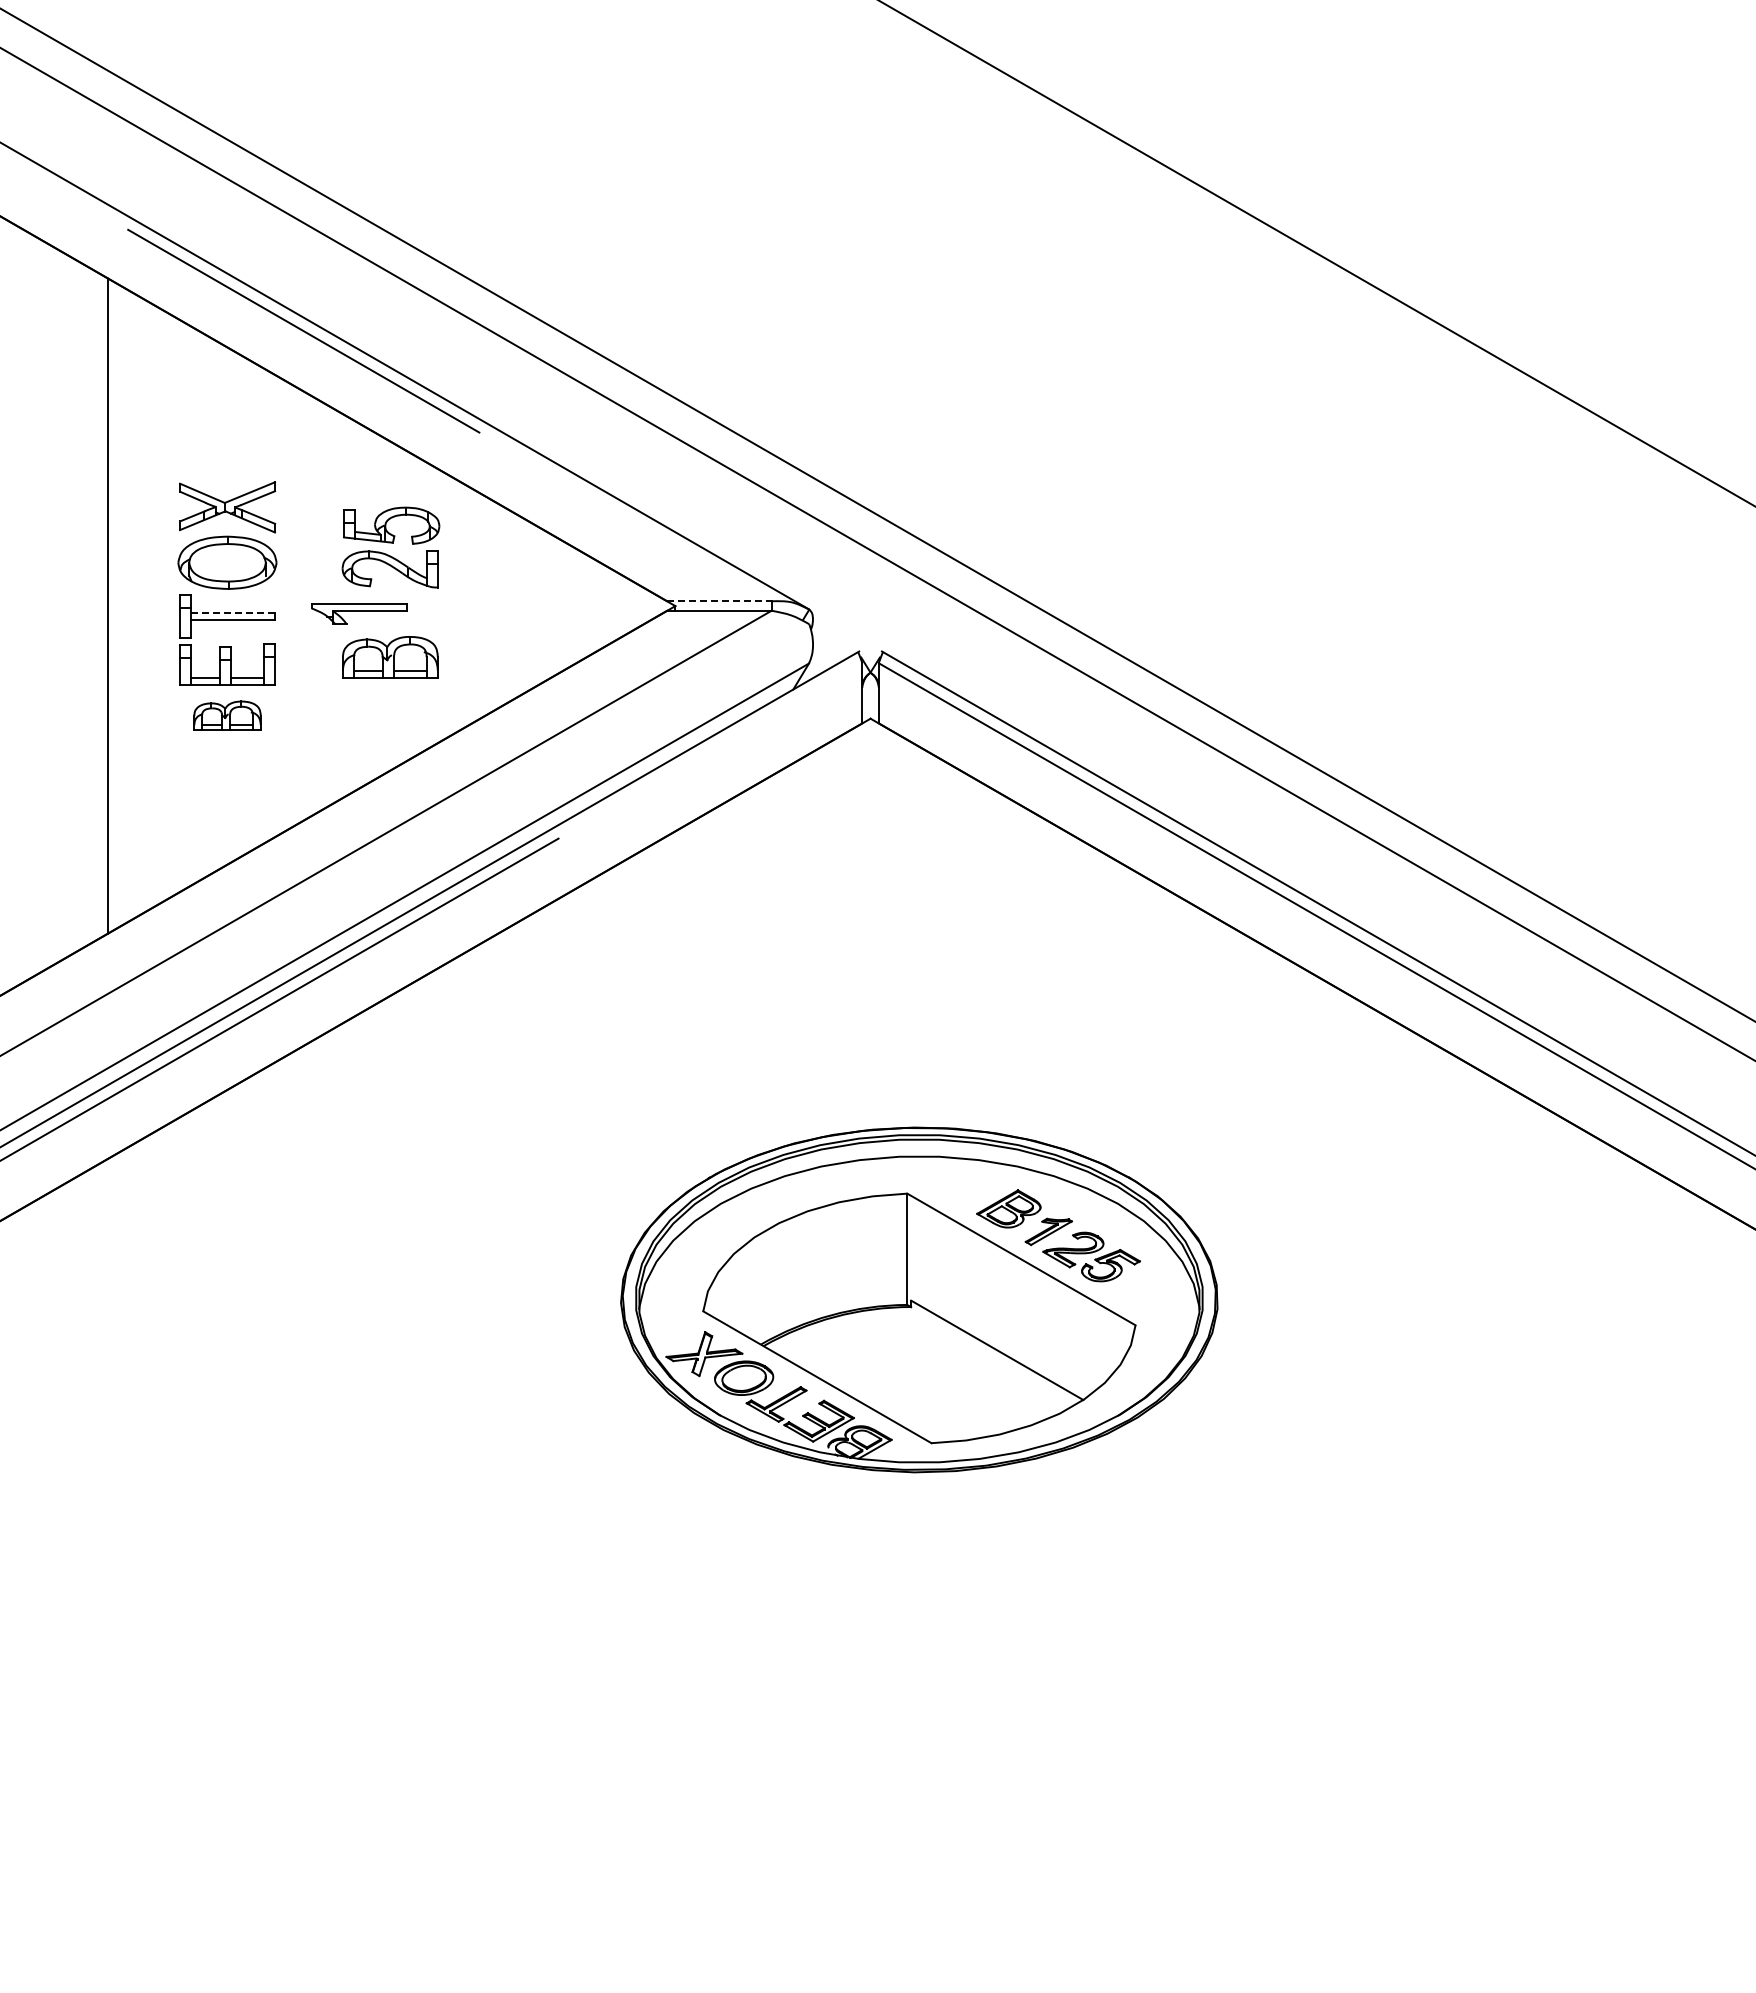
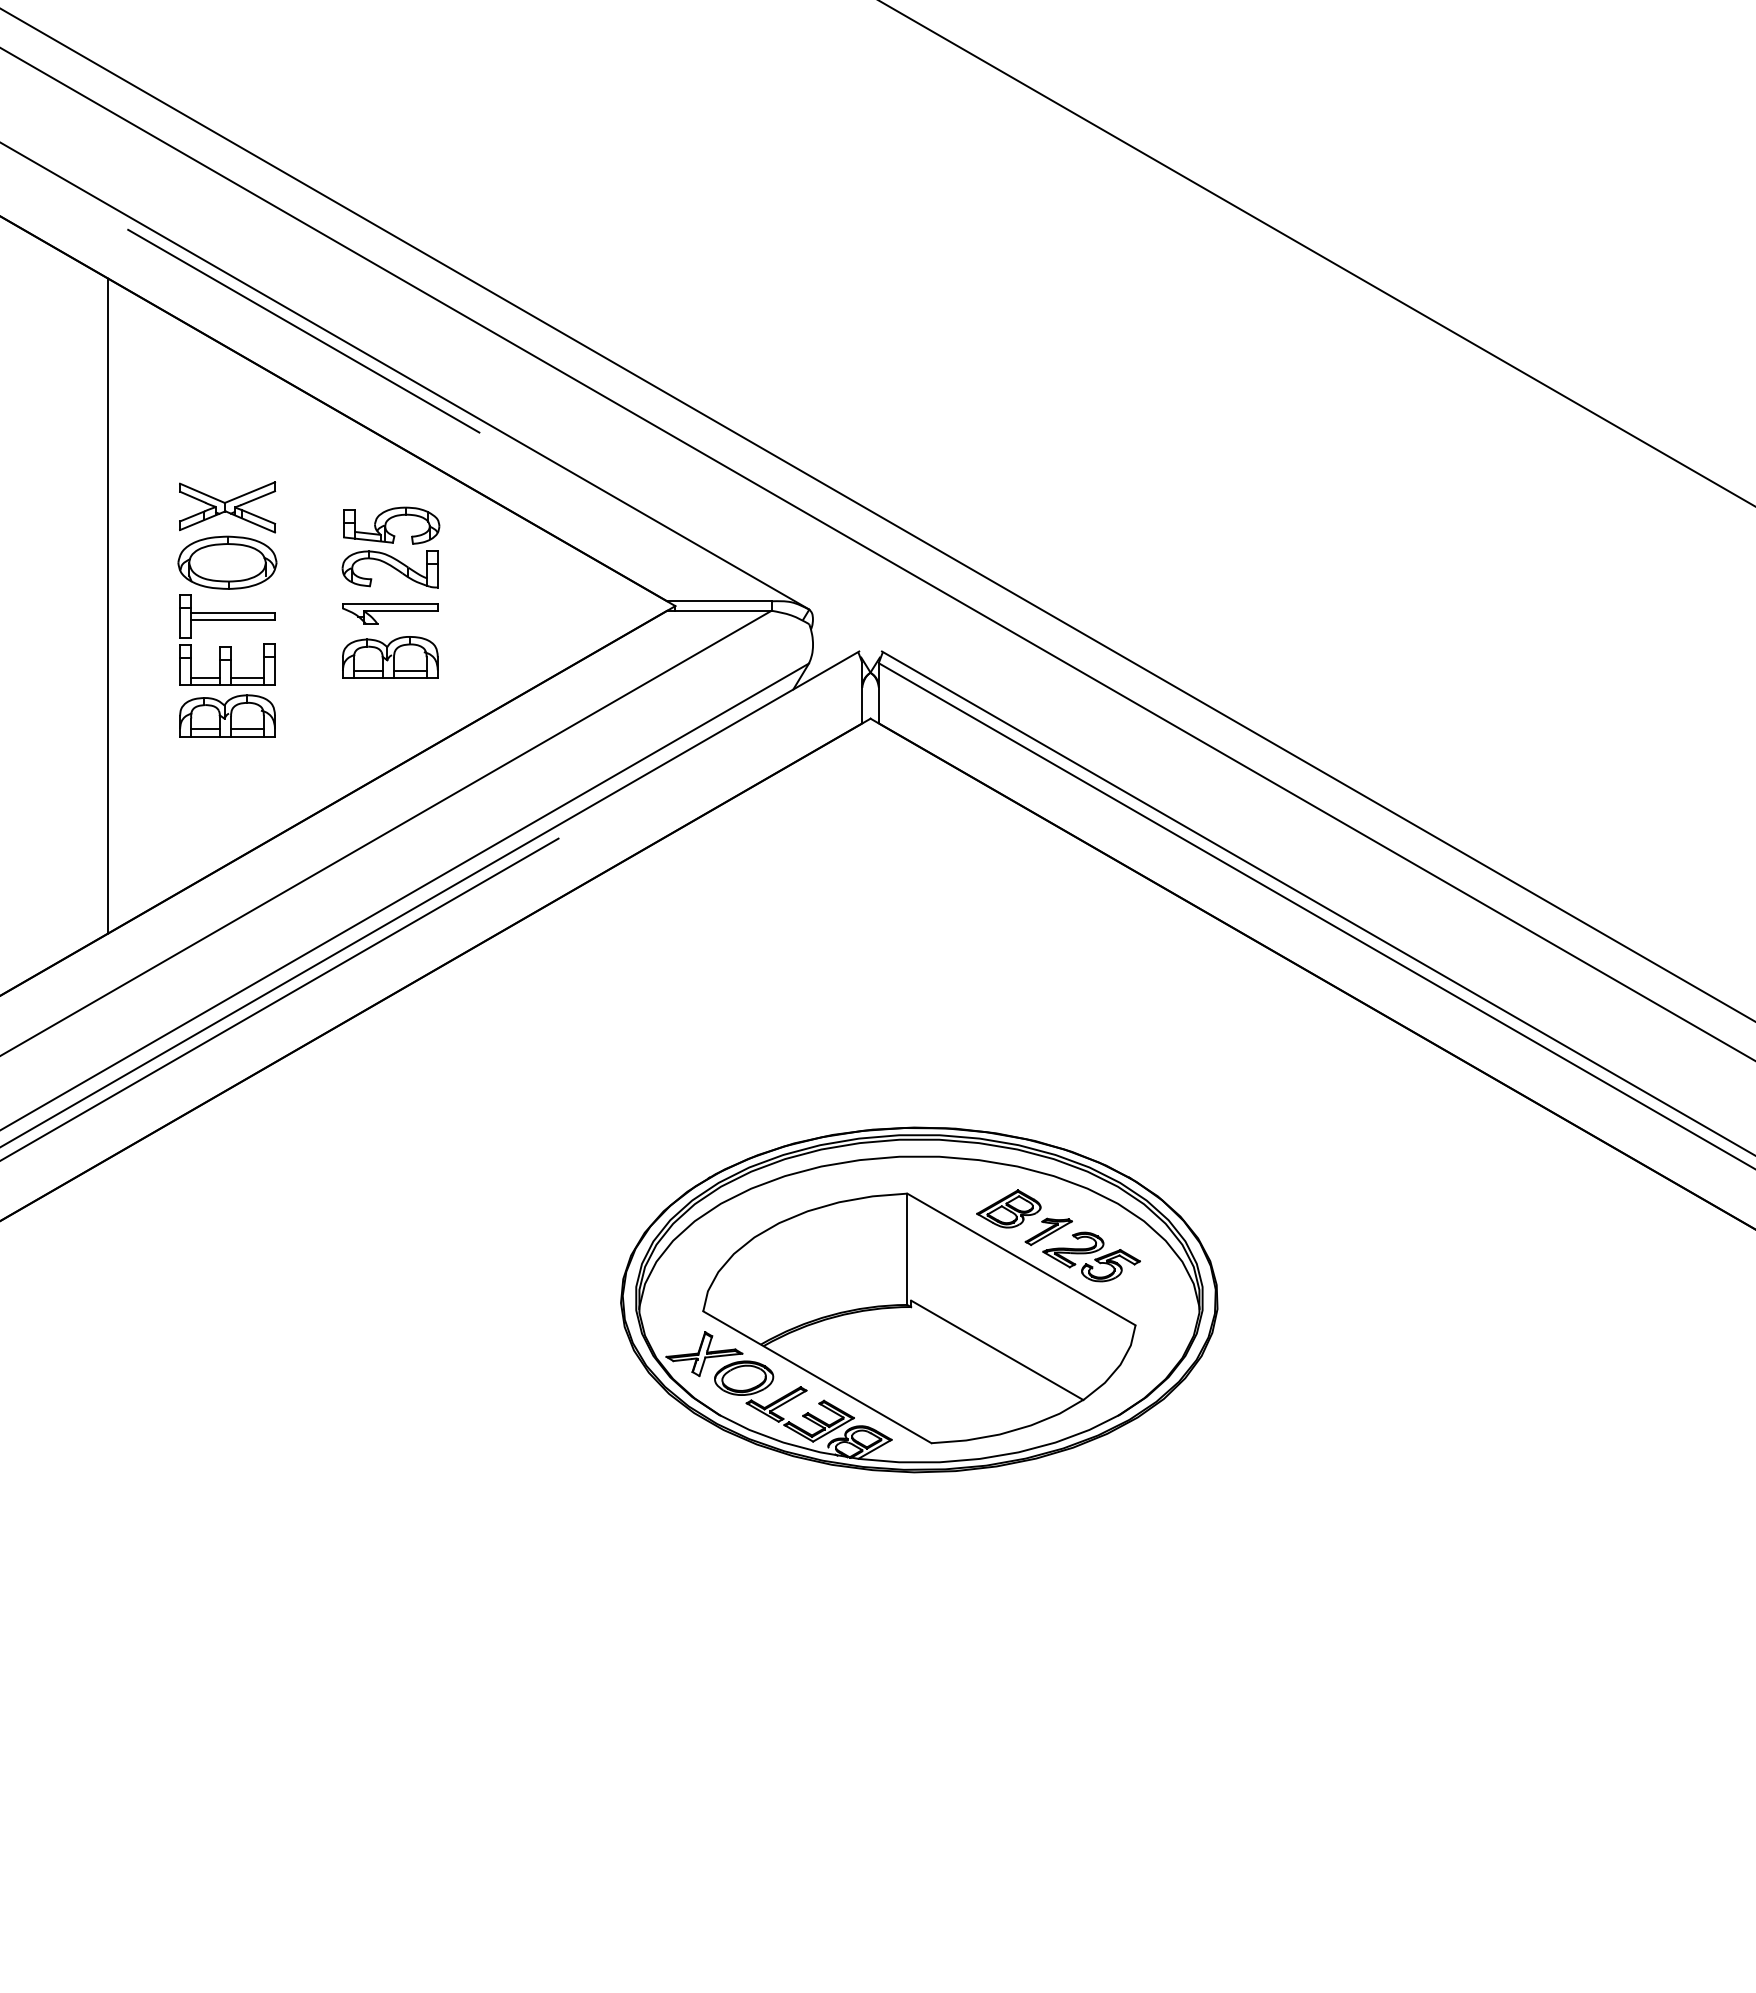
line at (719, 601): dashed -> solid
line at (233, 612): dashed -> solid
part at (359, 613) position: (359, 613) -> (390, 613)
part at (227, 715) size: 69x31 px -> 97x44 px
